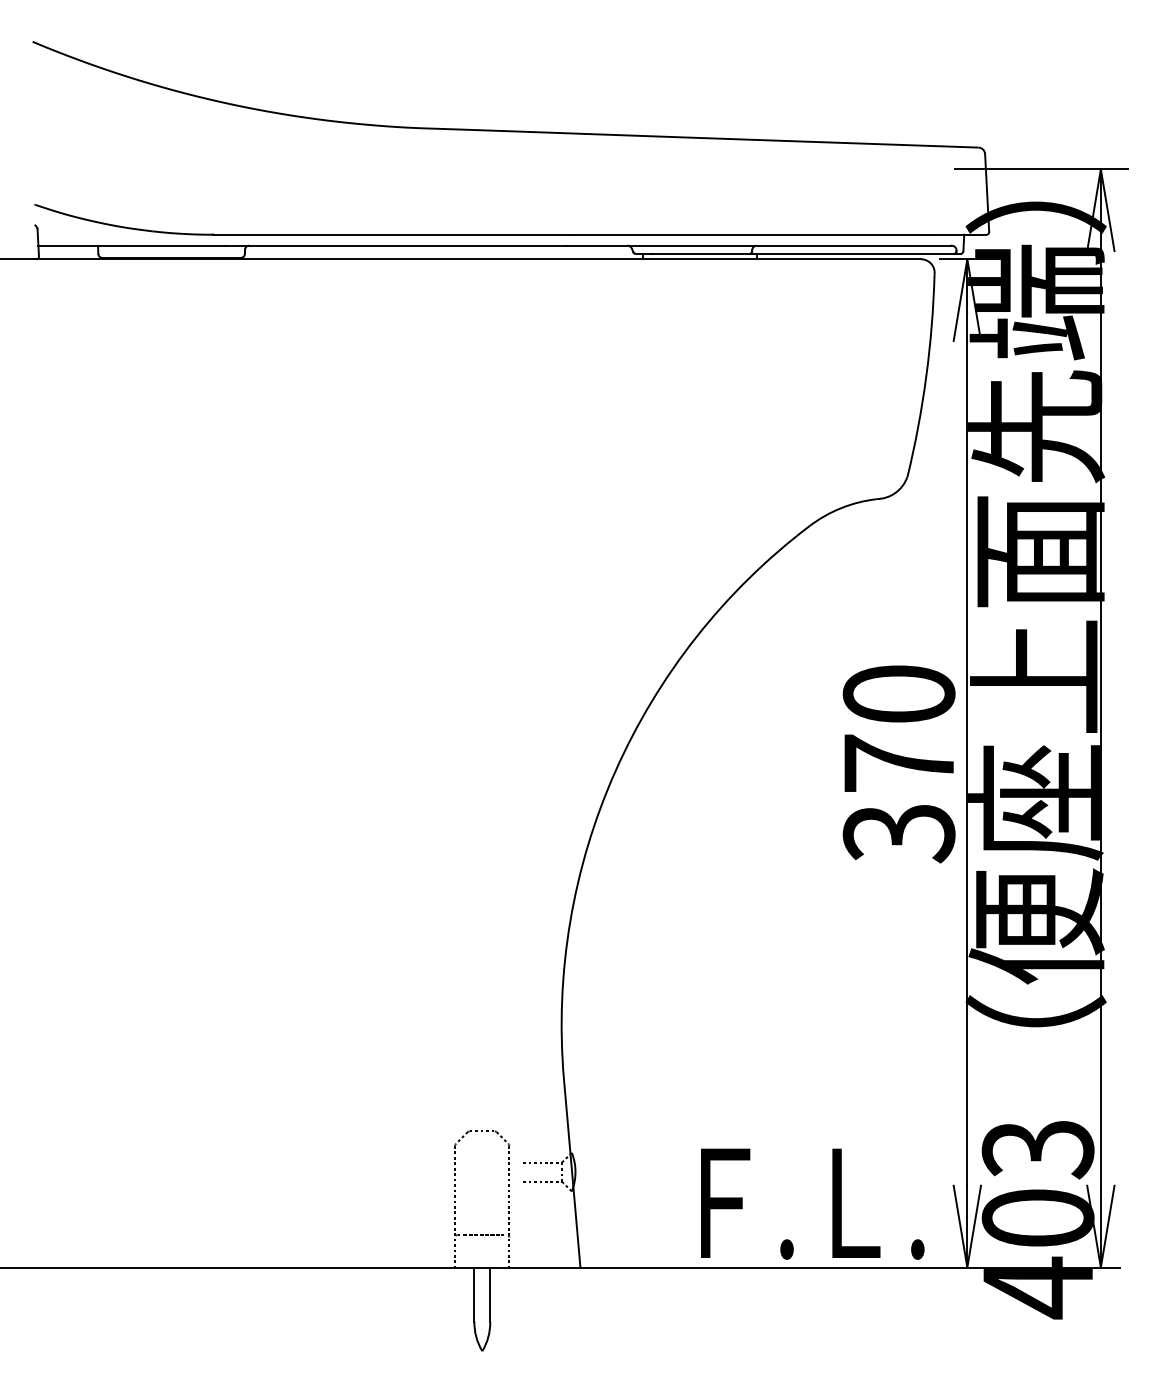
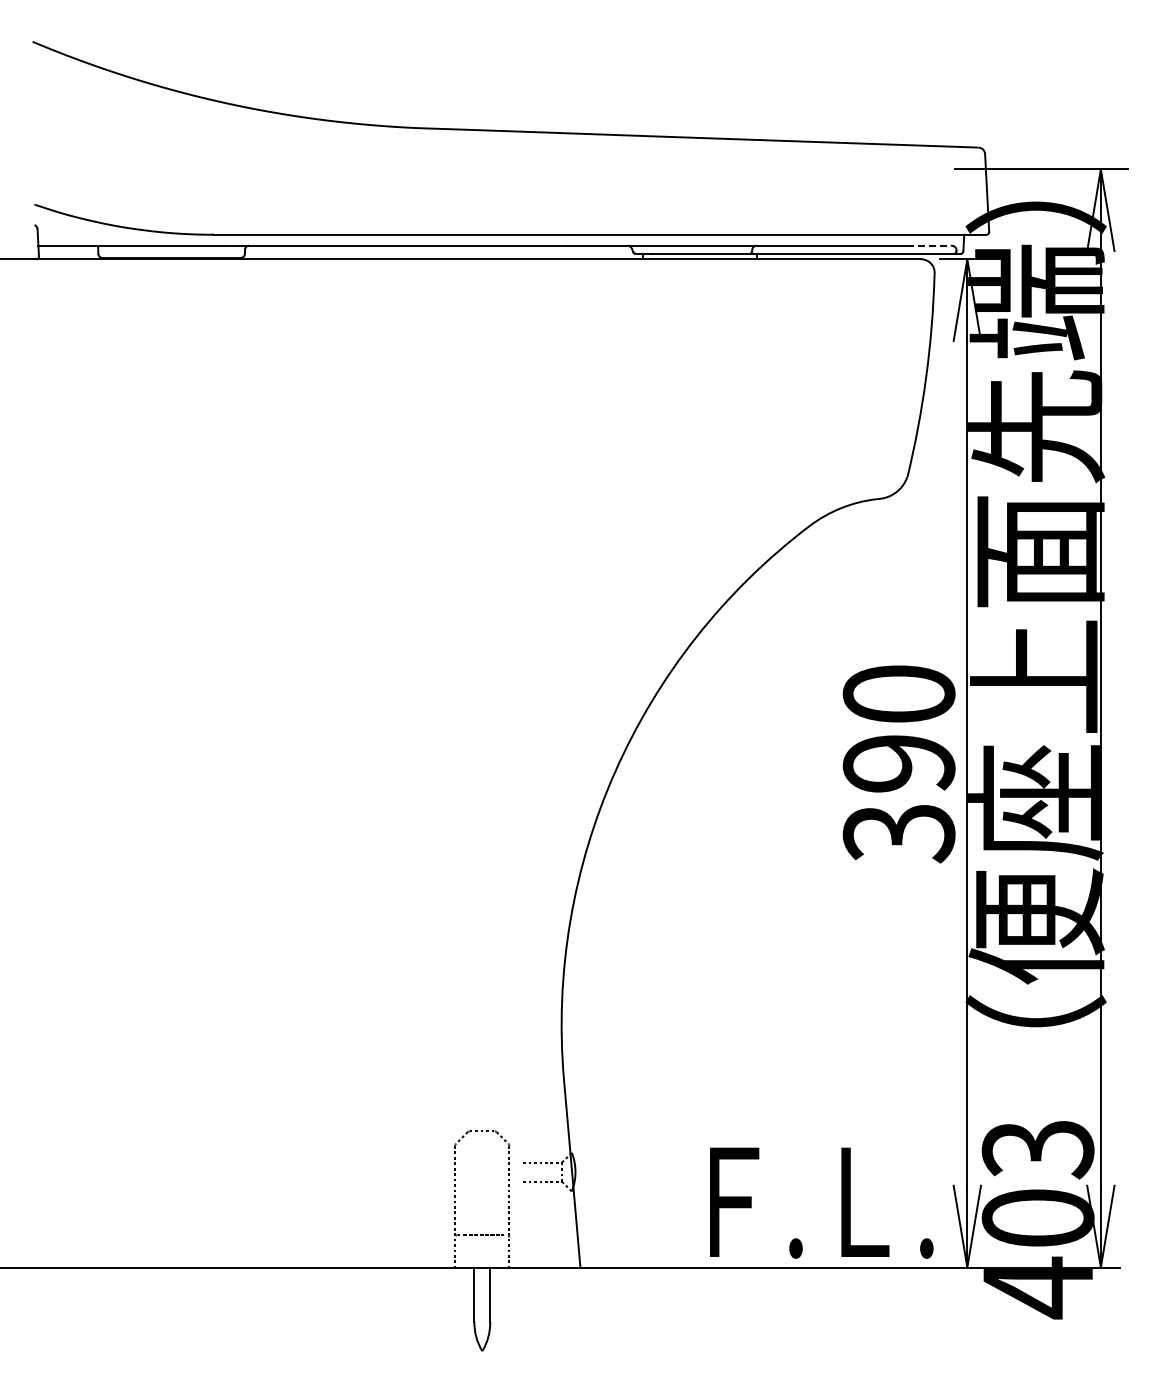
line at (928, 245): solid -> dashed
text at (898, 763): 370 -> 390
text at (812, 1203) position: (812, 1203) -> (821, 1202)
